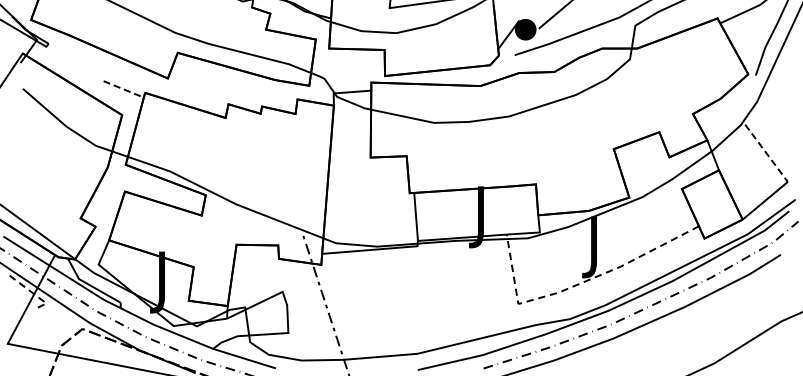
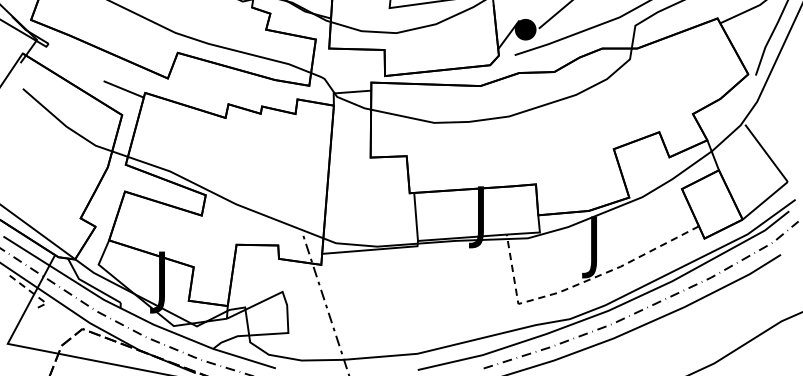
line at (123, 89): dashed -> solid
line at (766, 153): dashed -> solid
